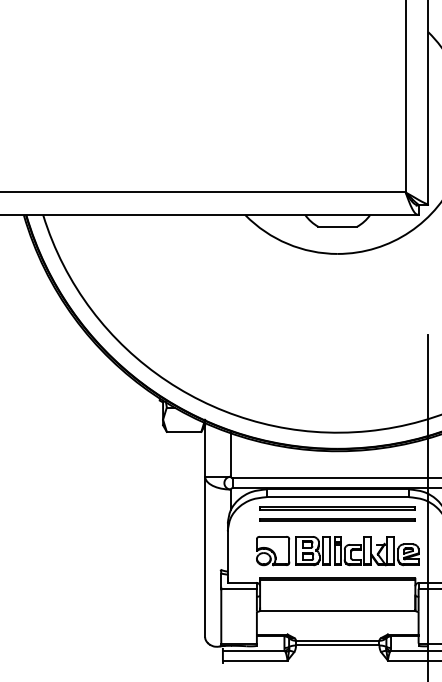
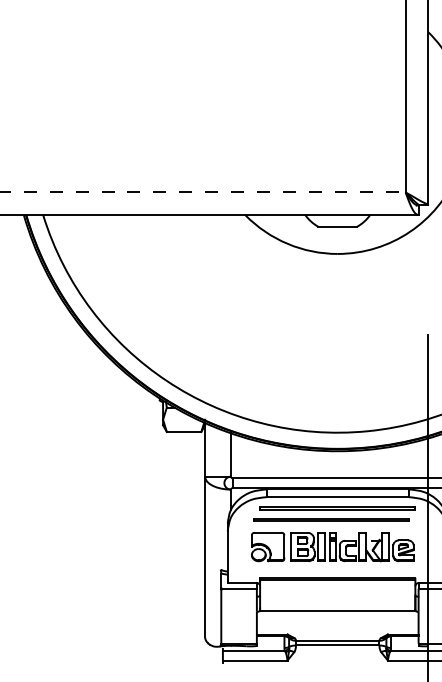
line at (203, 192): solid -> dashed
line at (337, 519) position: (337, 519) -> (331, 519)
part at (337, 551) position: (337, 551) -> (332, 547)
